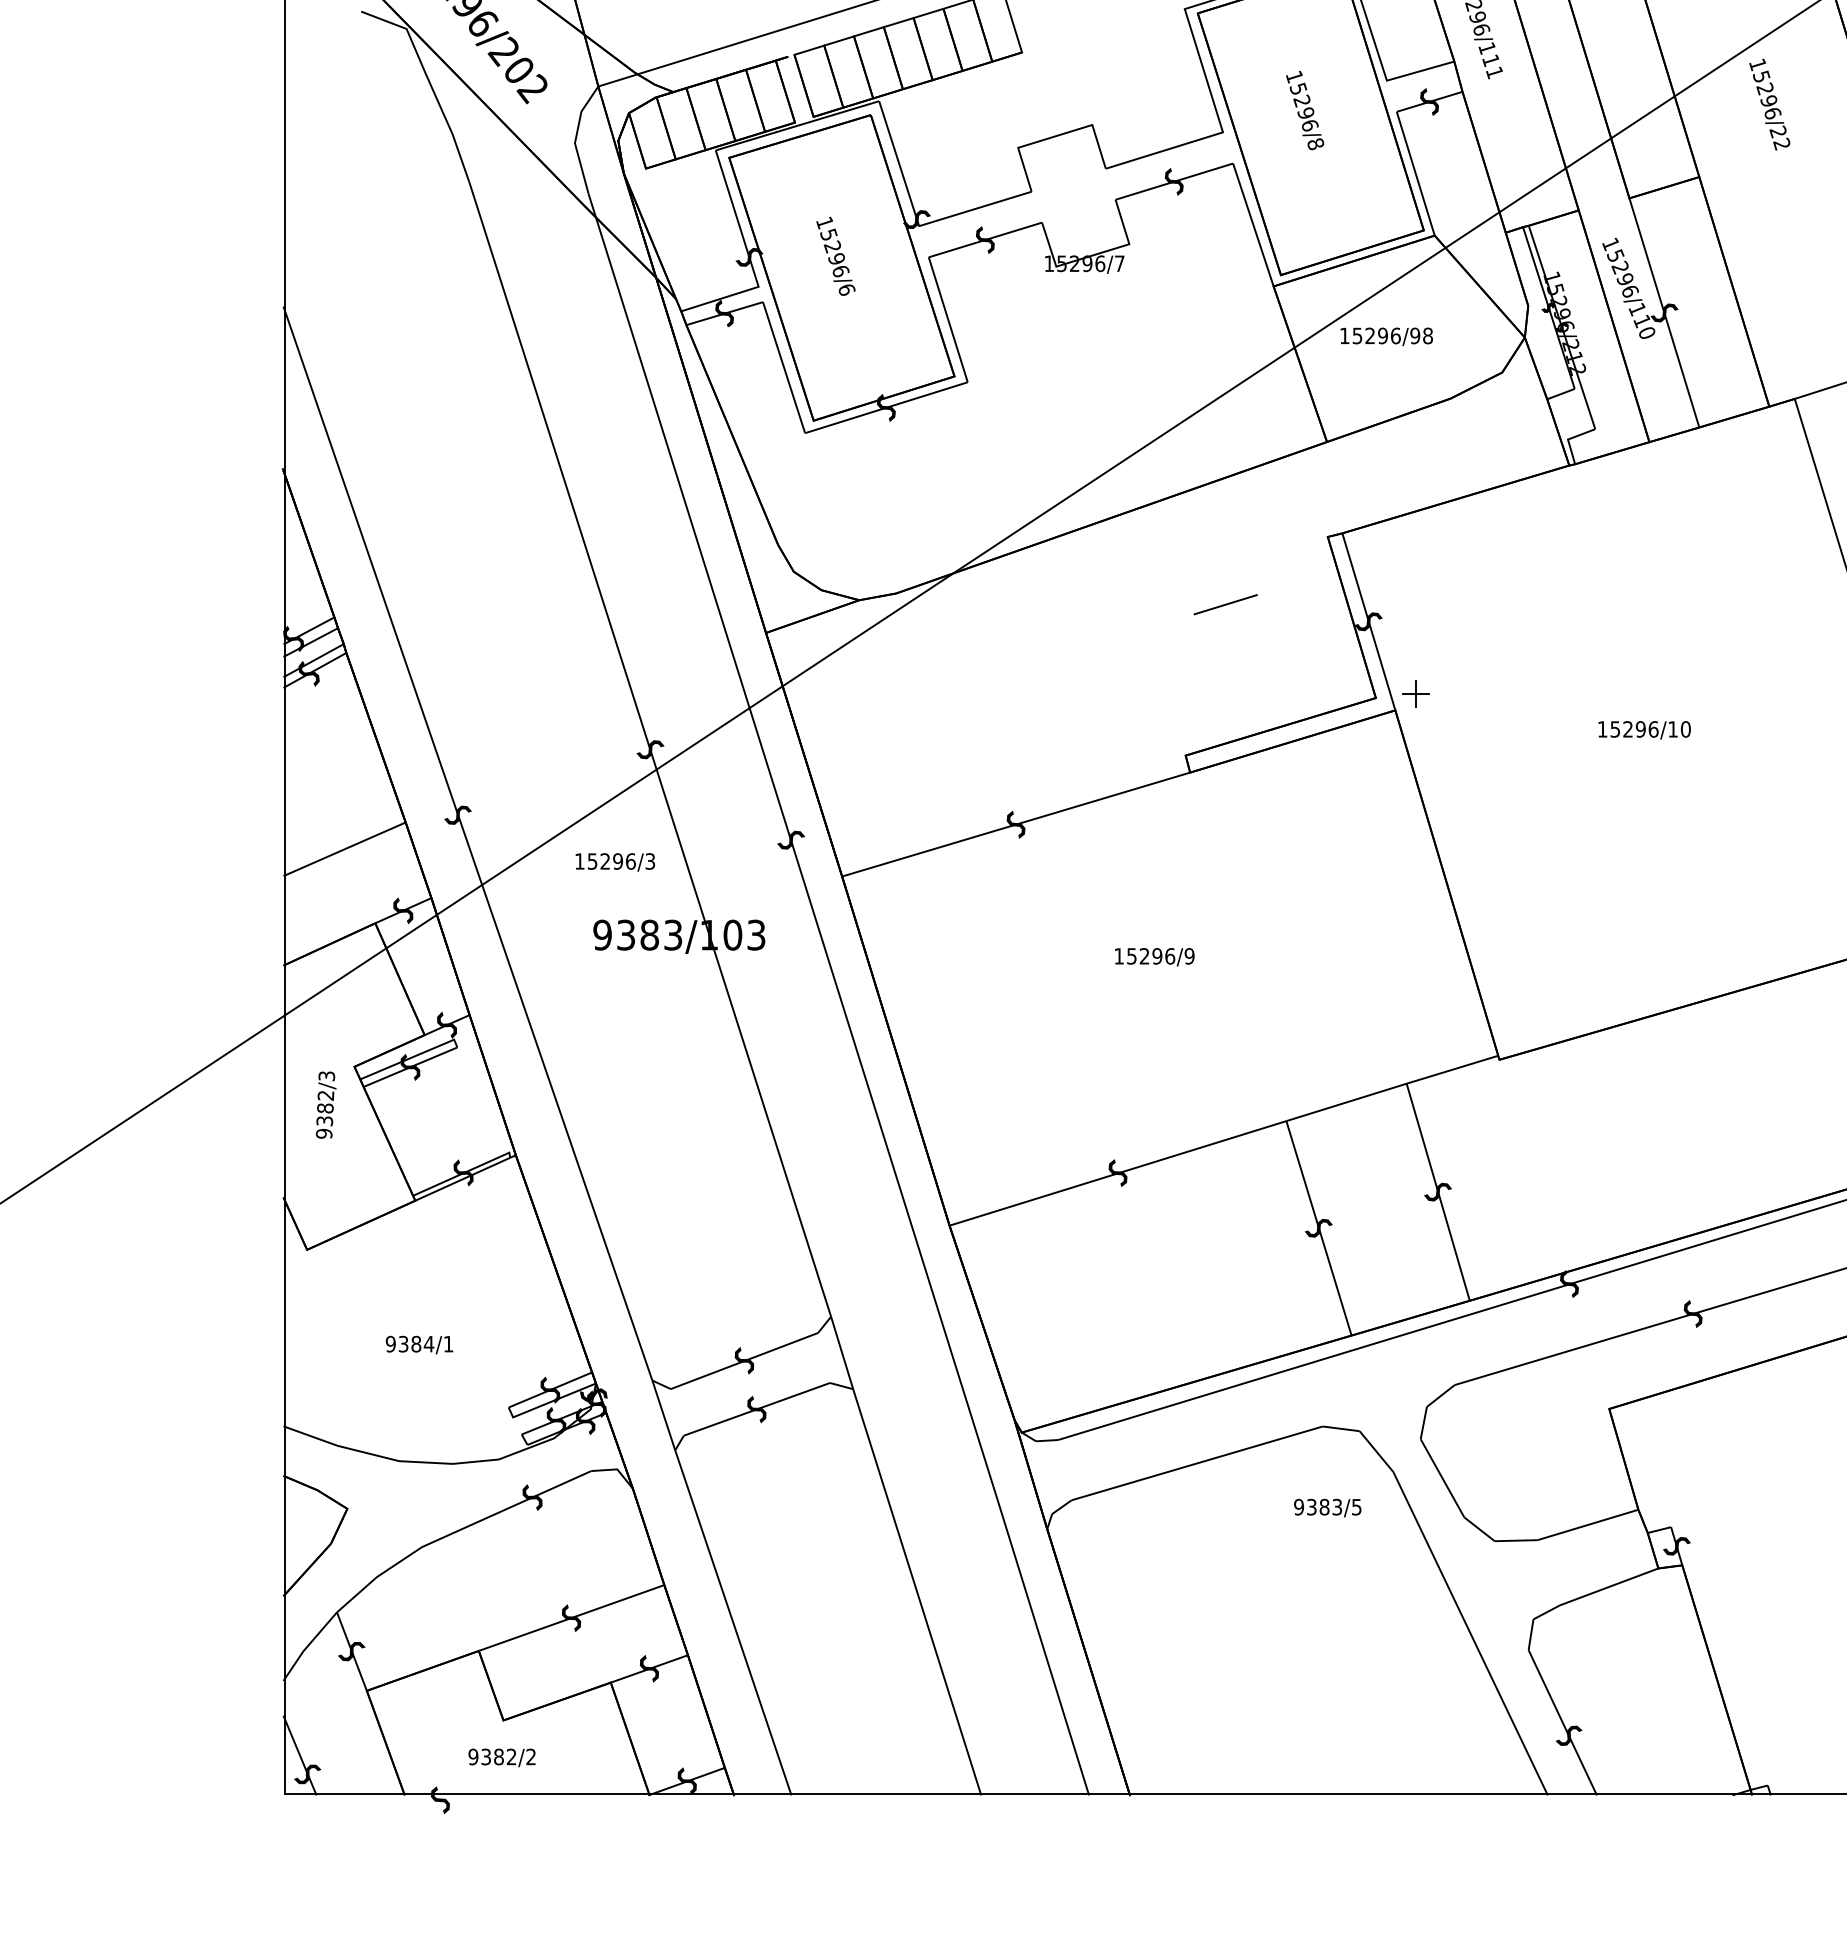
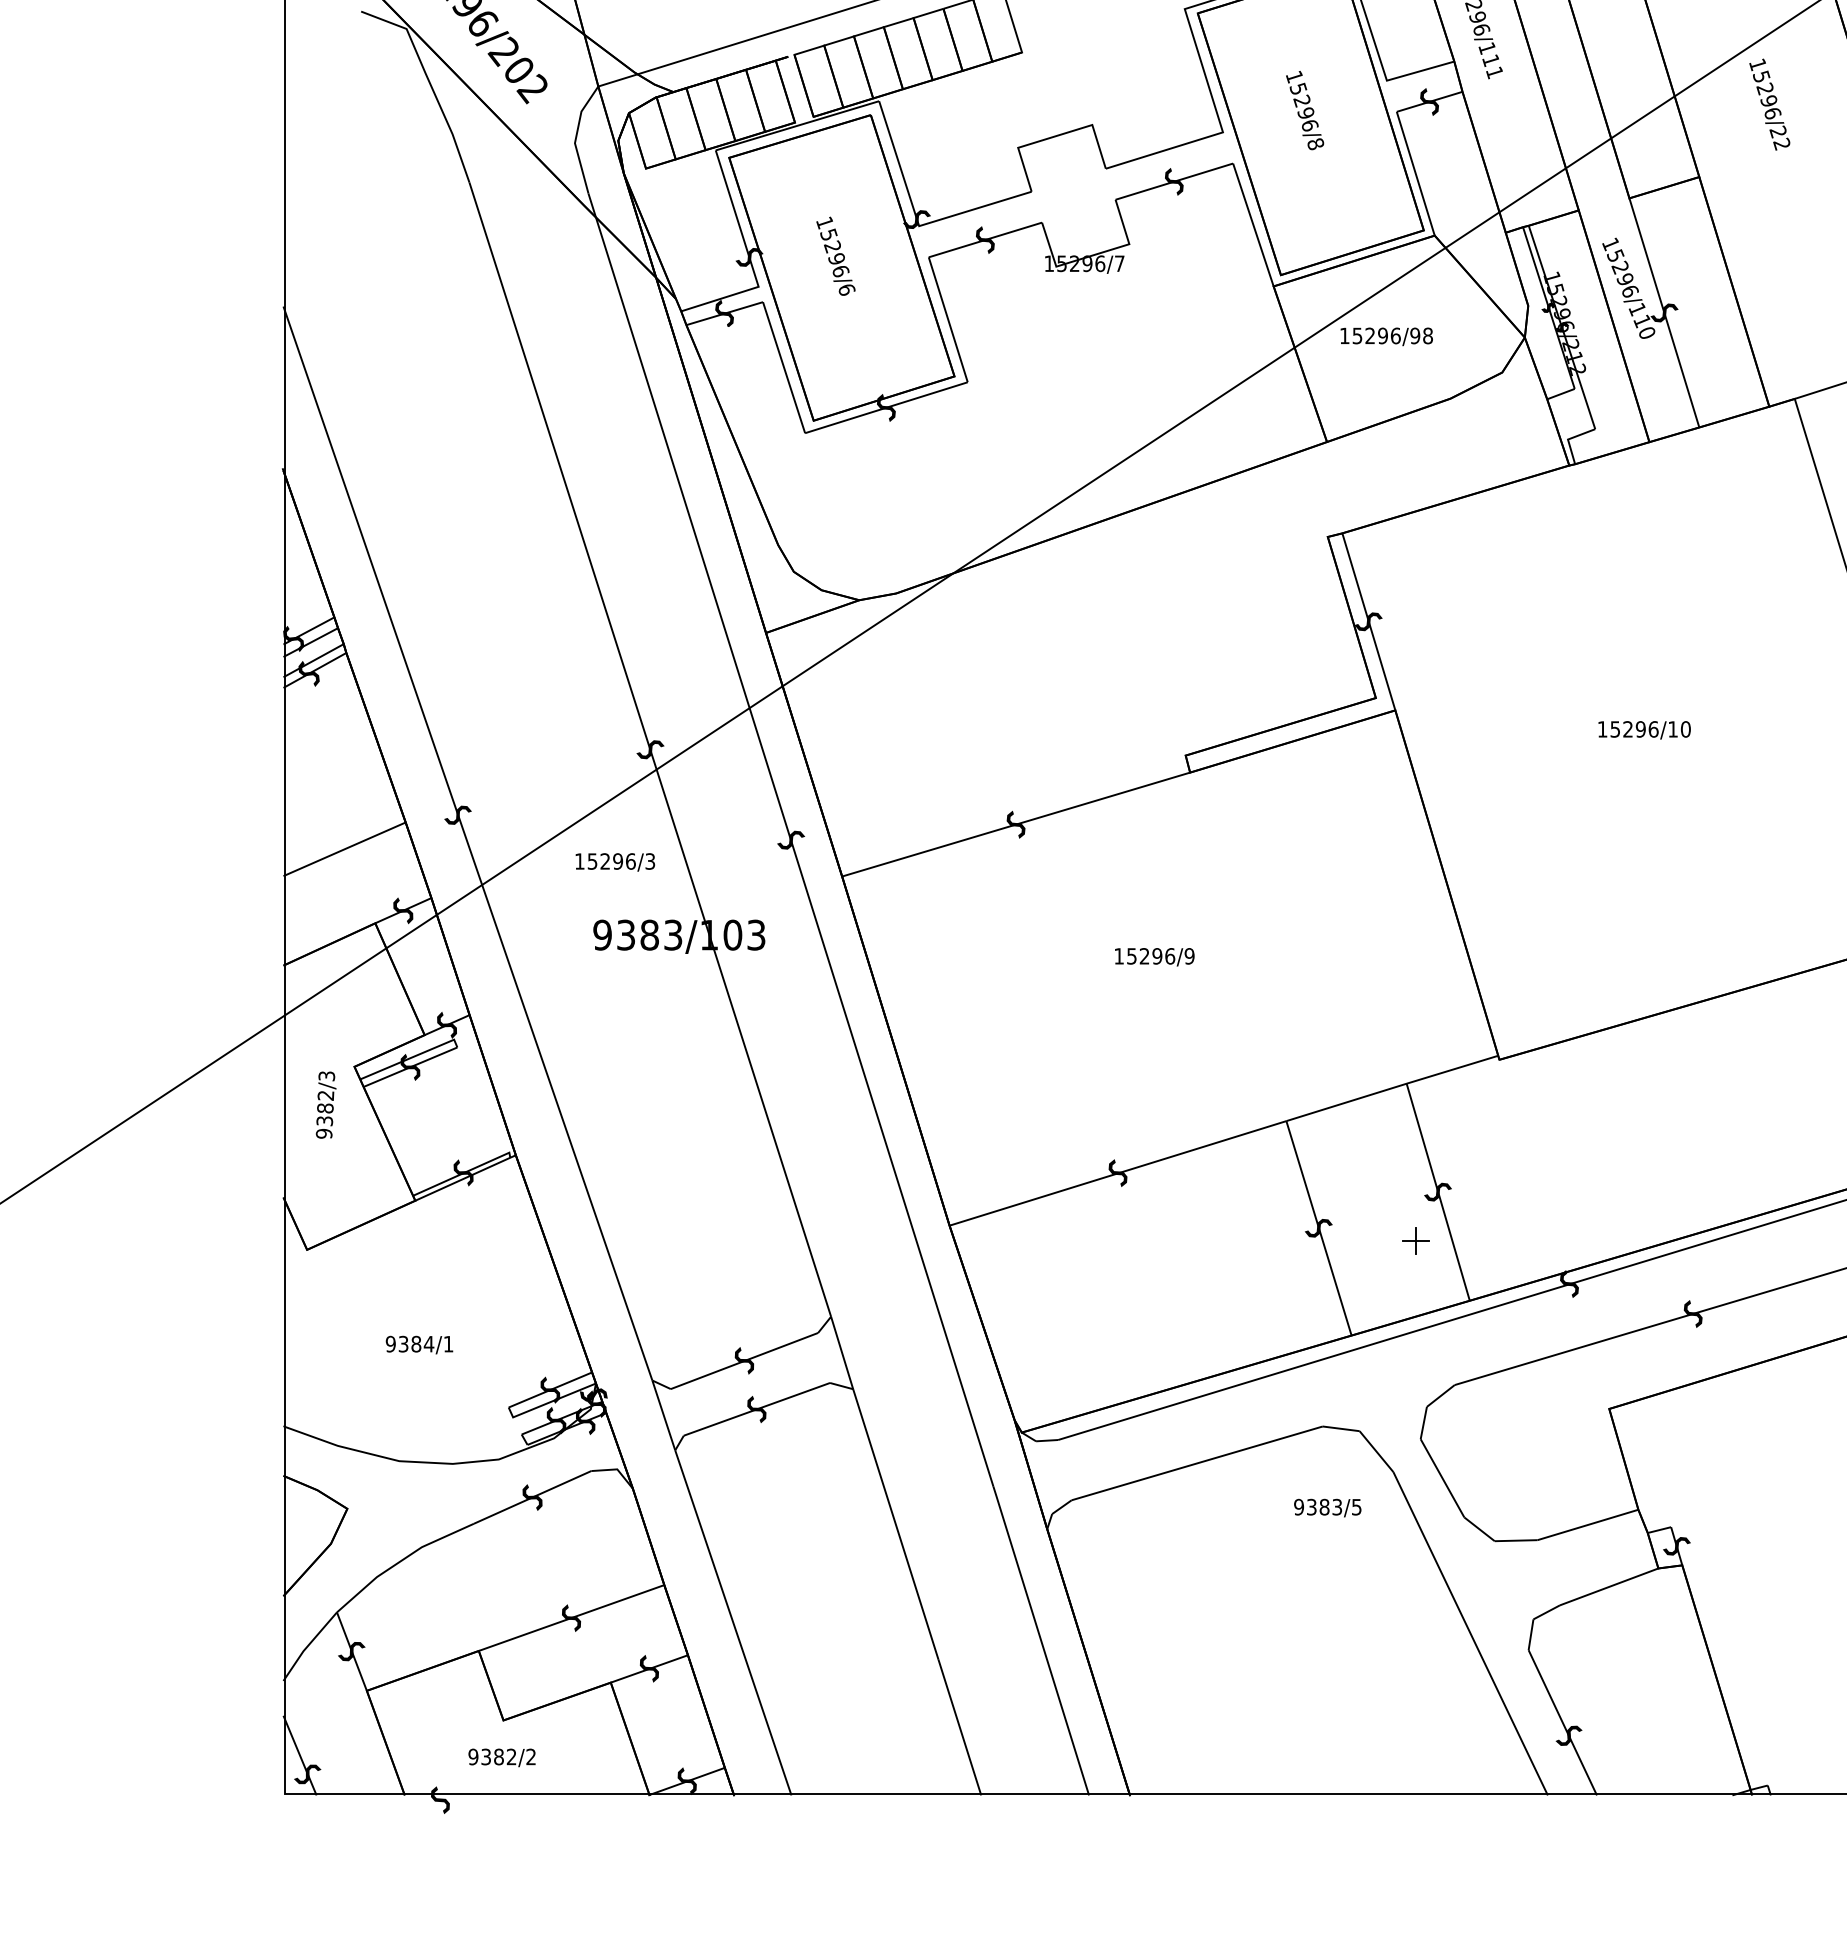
line at (1225, 604): present -> none
part at (1415, 693) position: (1415, 693) -> (1415, 1240)
